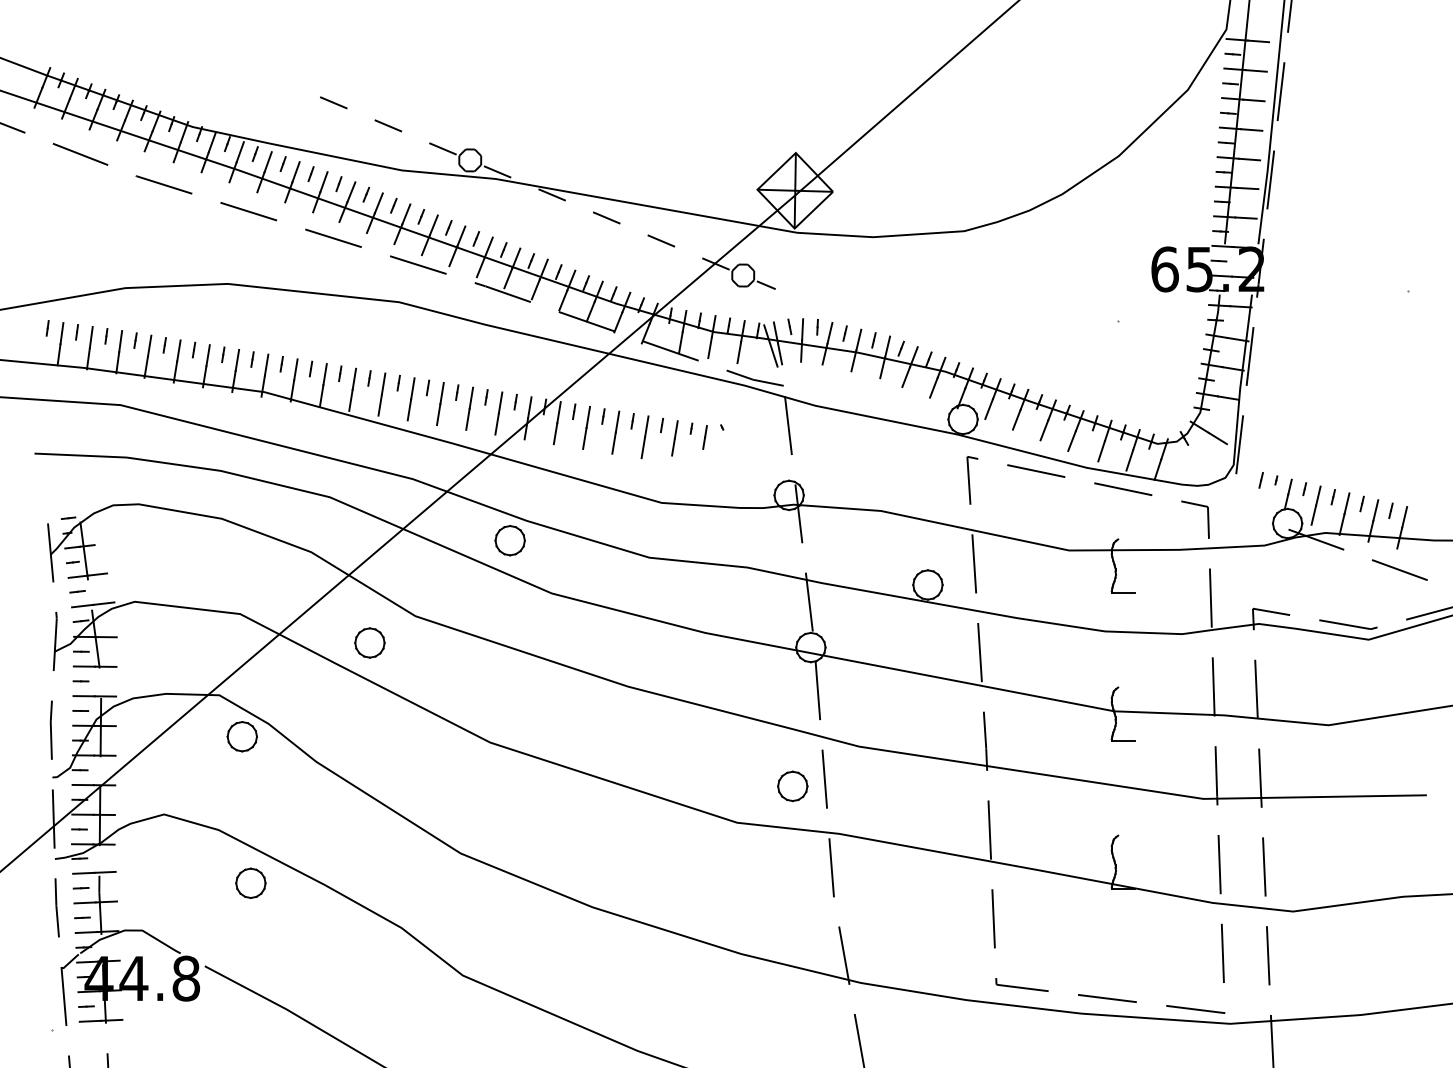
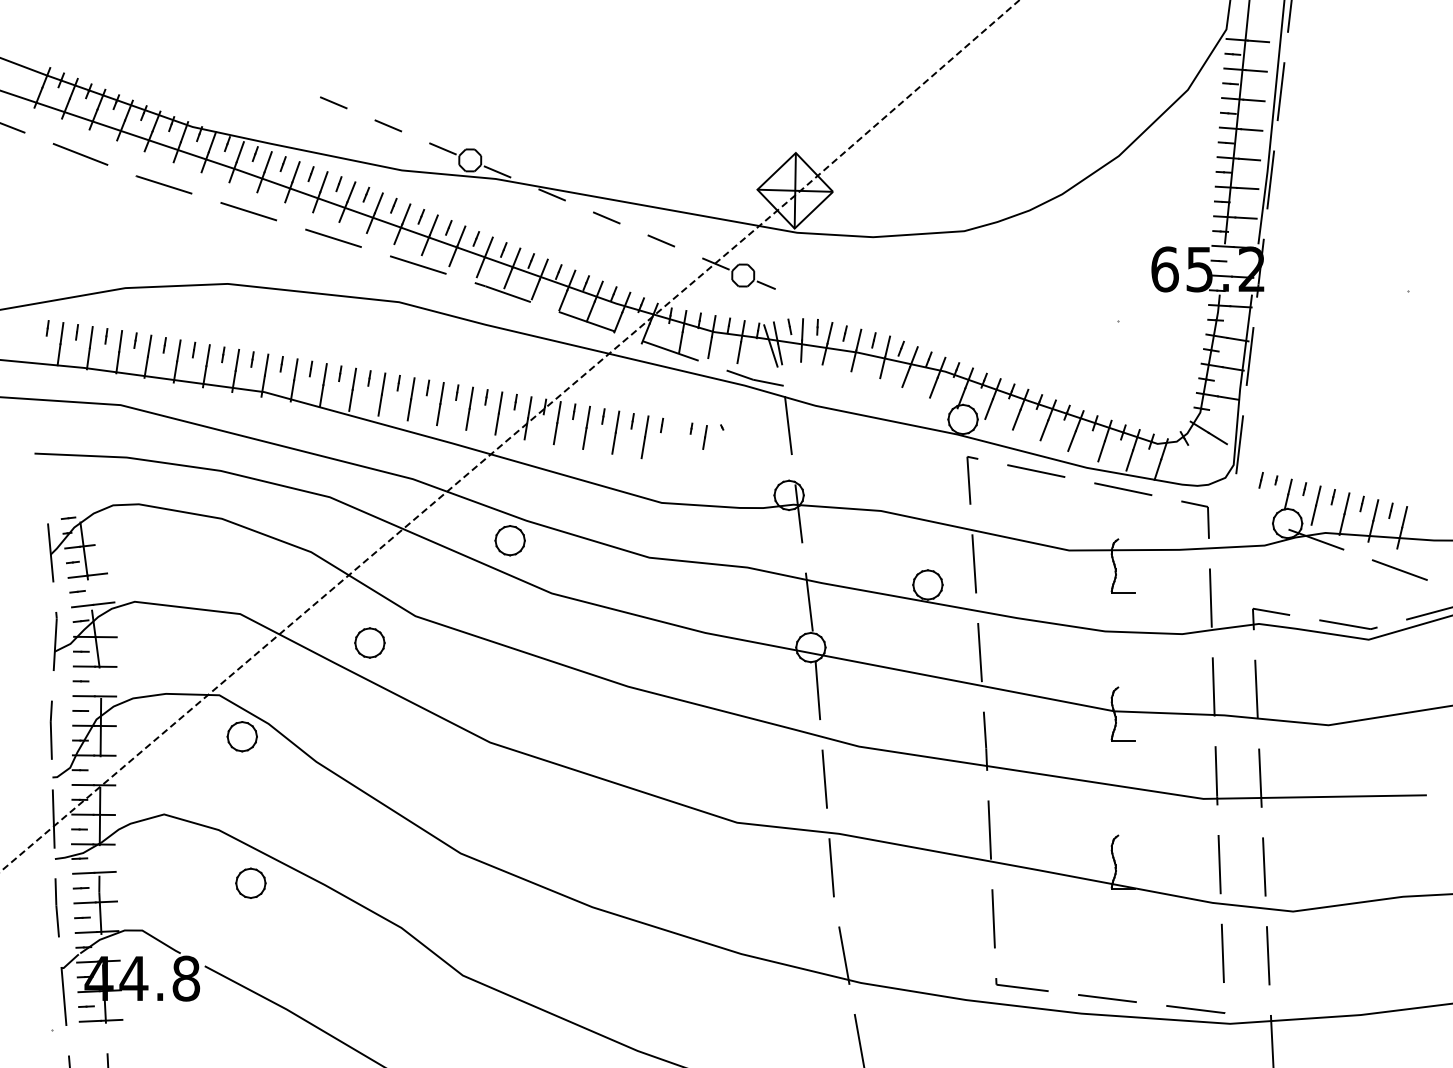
line at (511, 437): solid -> dashed
line at (674, 438): present -> none
part at (792, 786): present -> none
